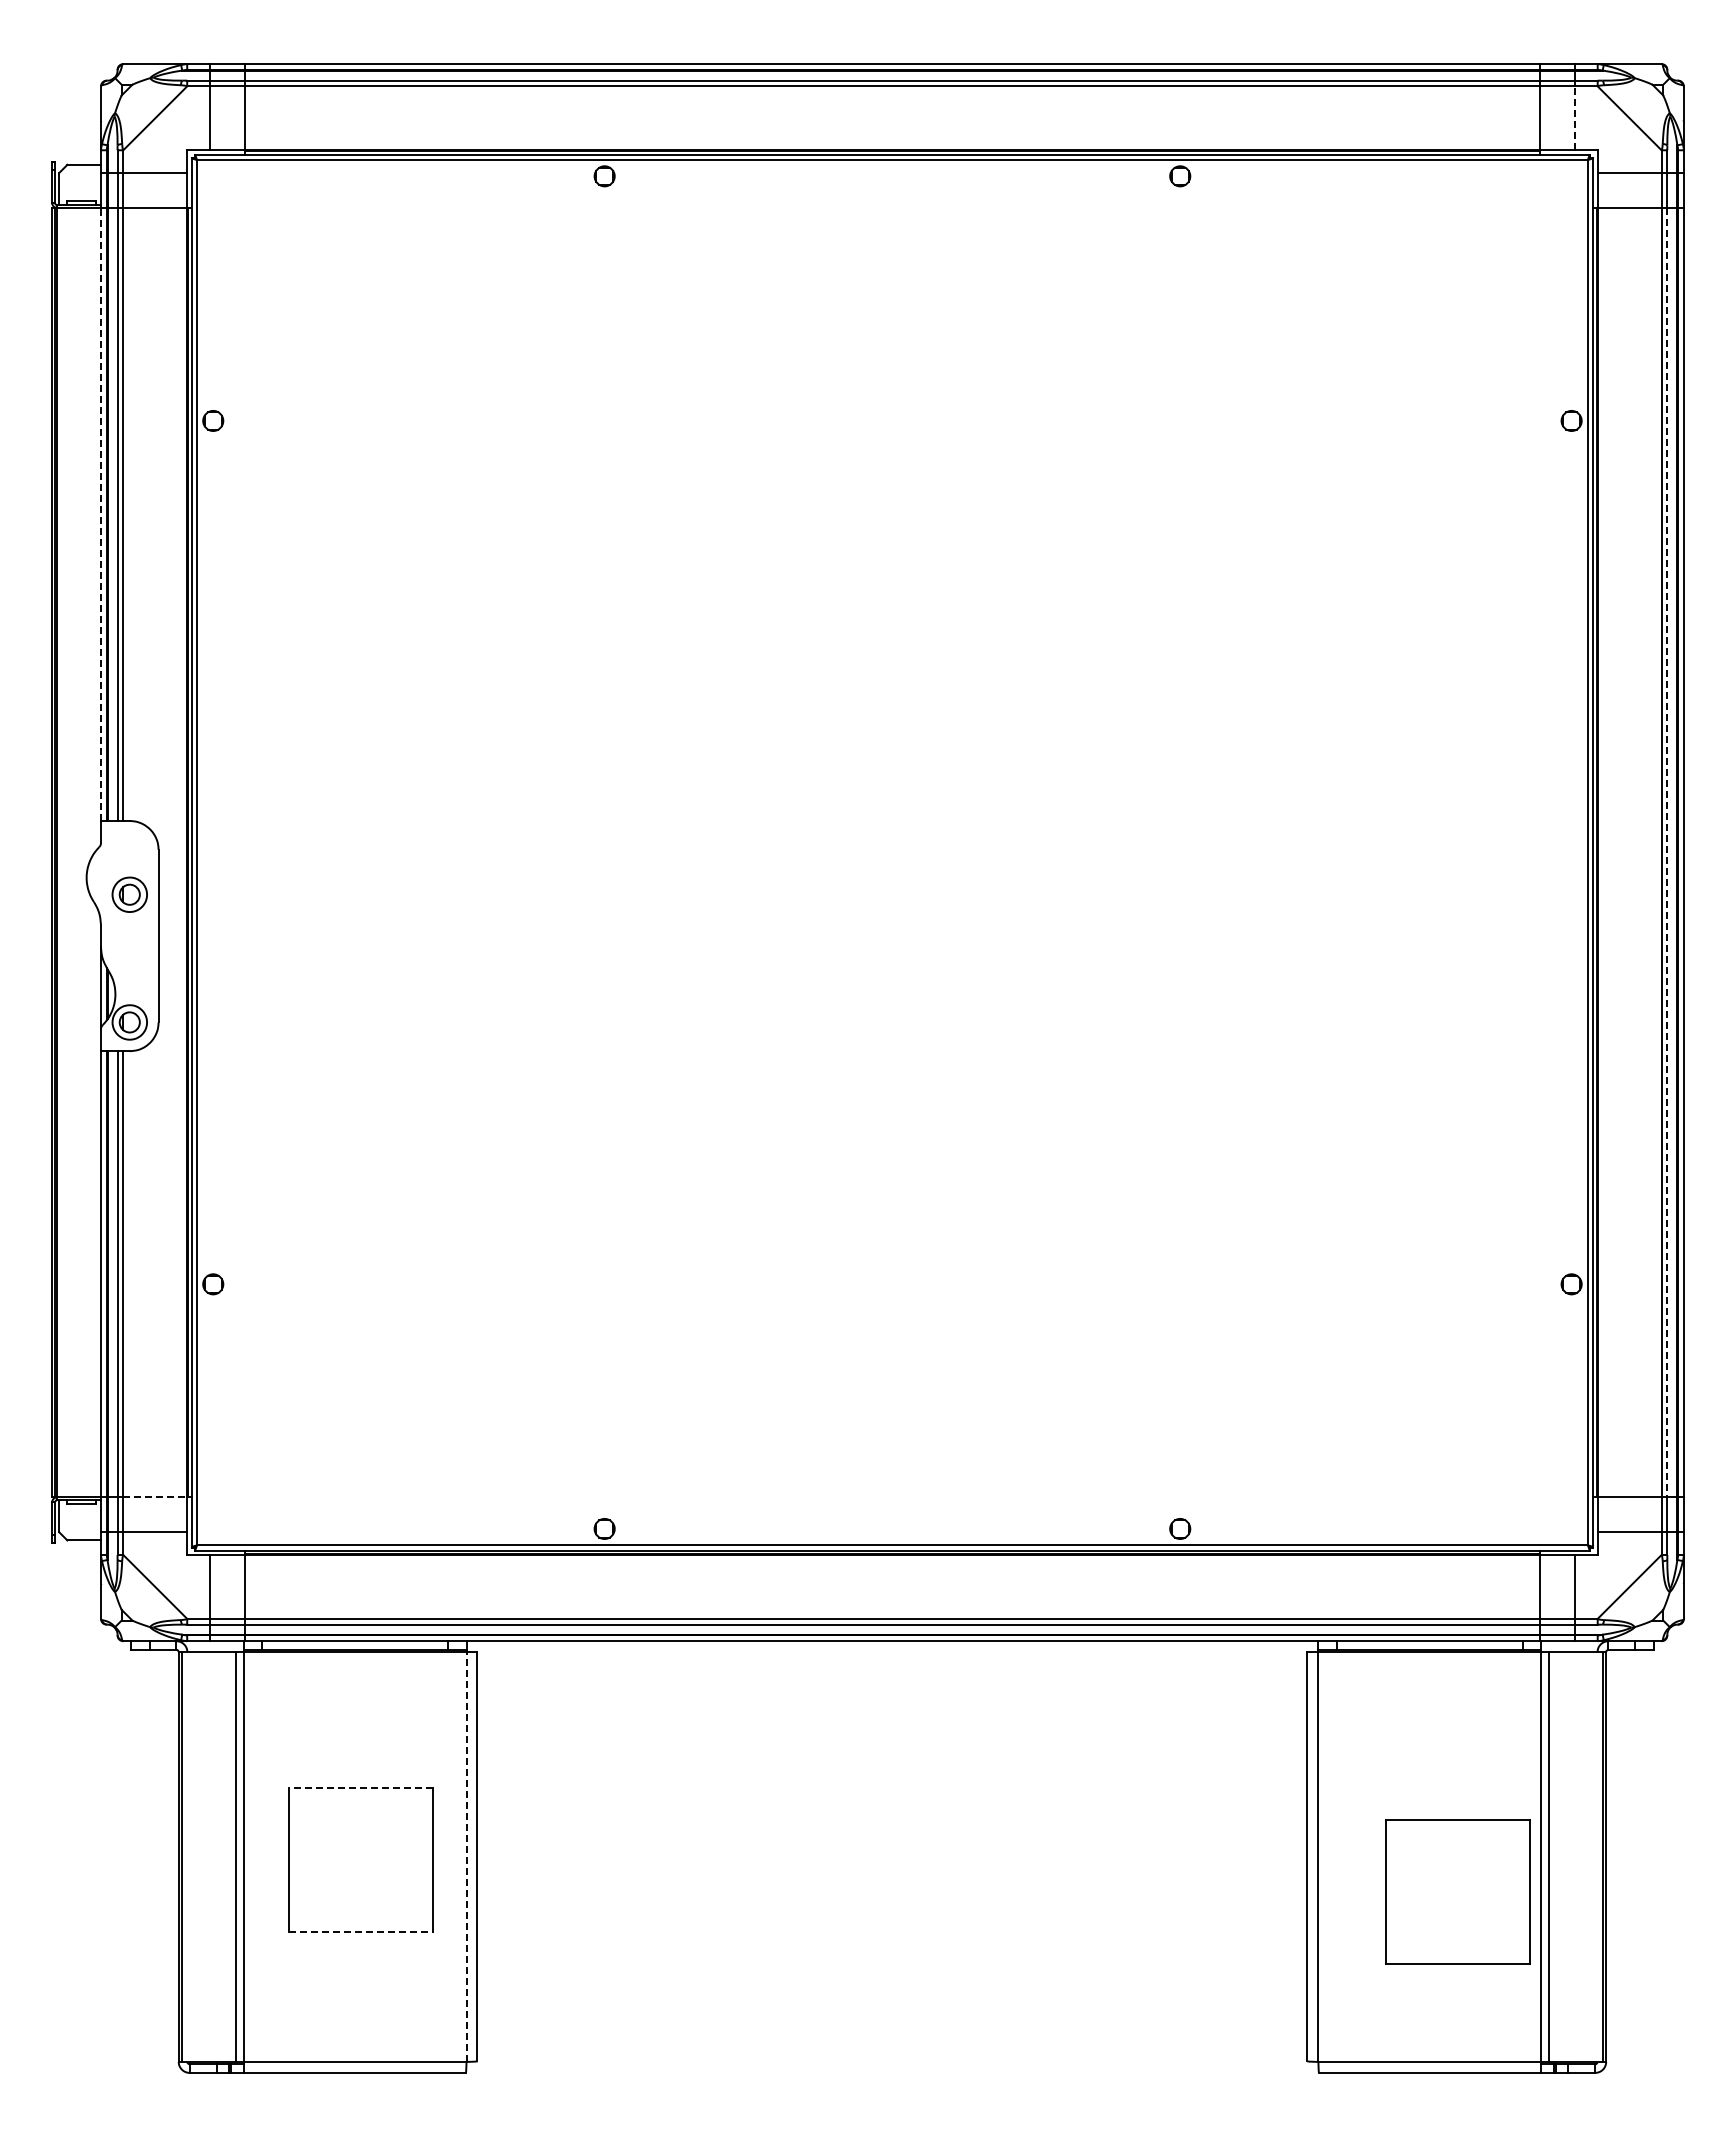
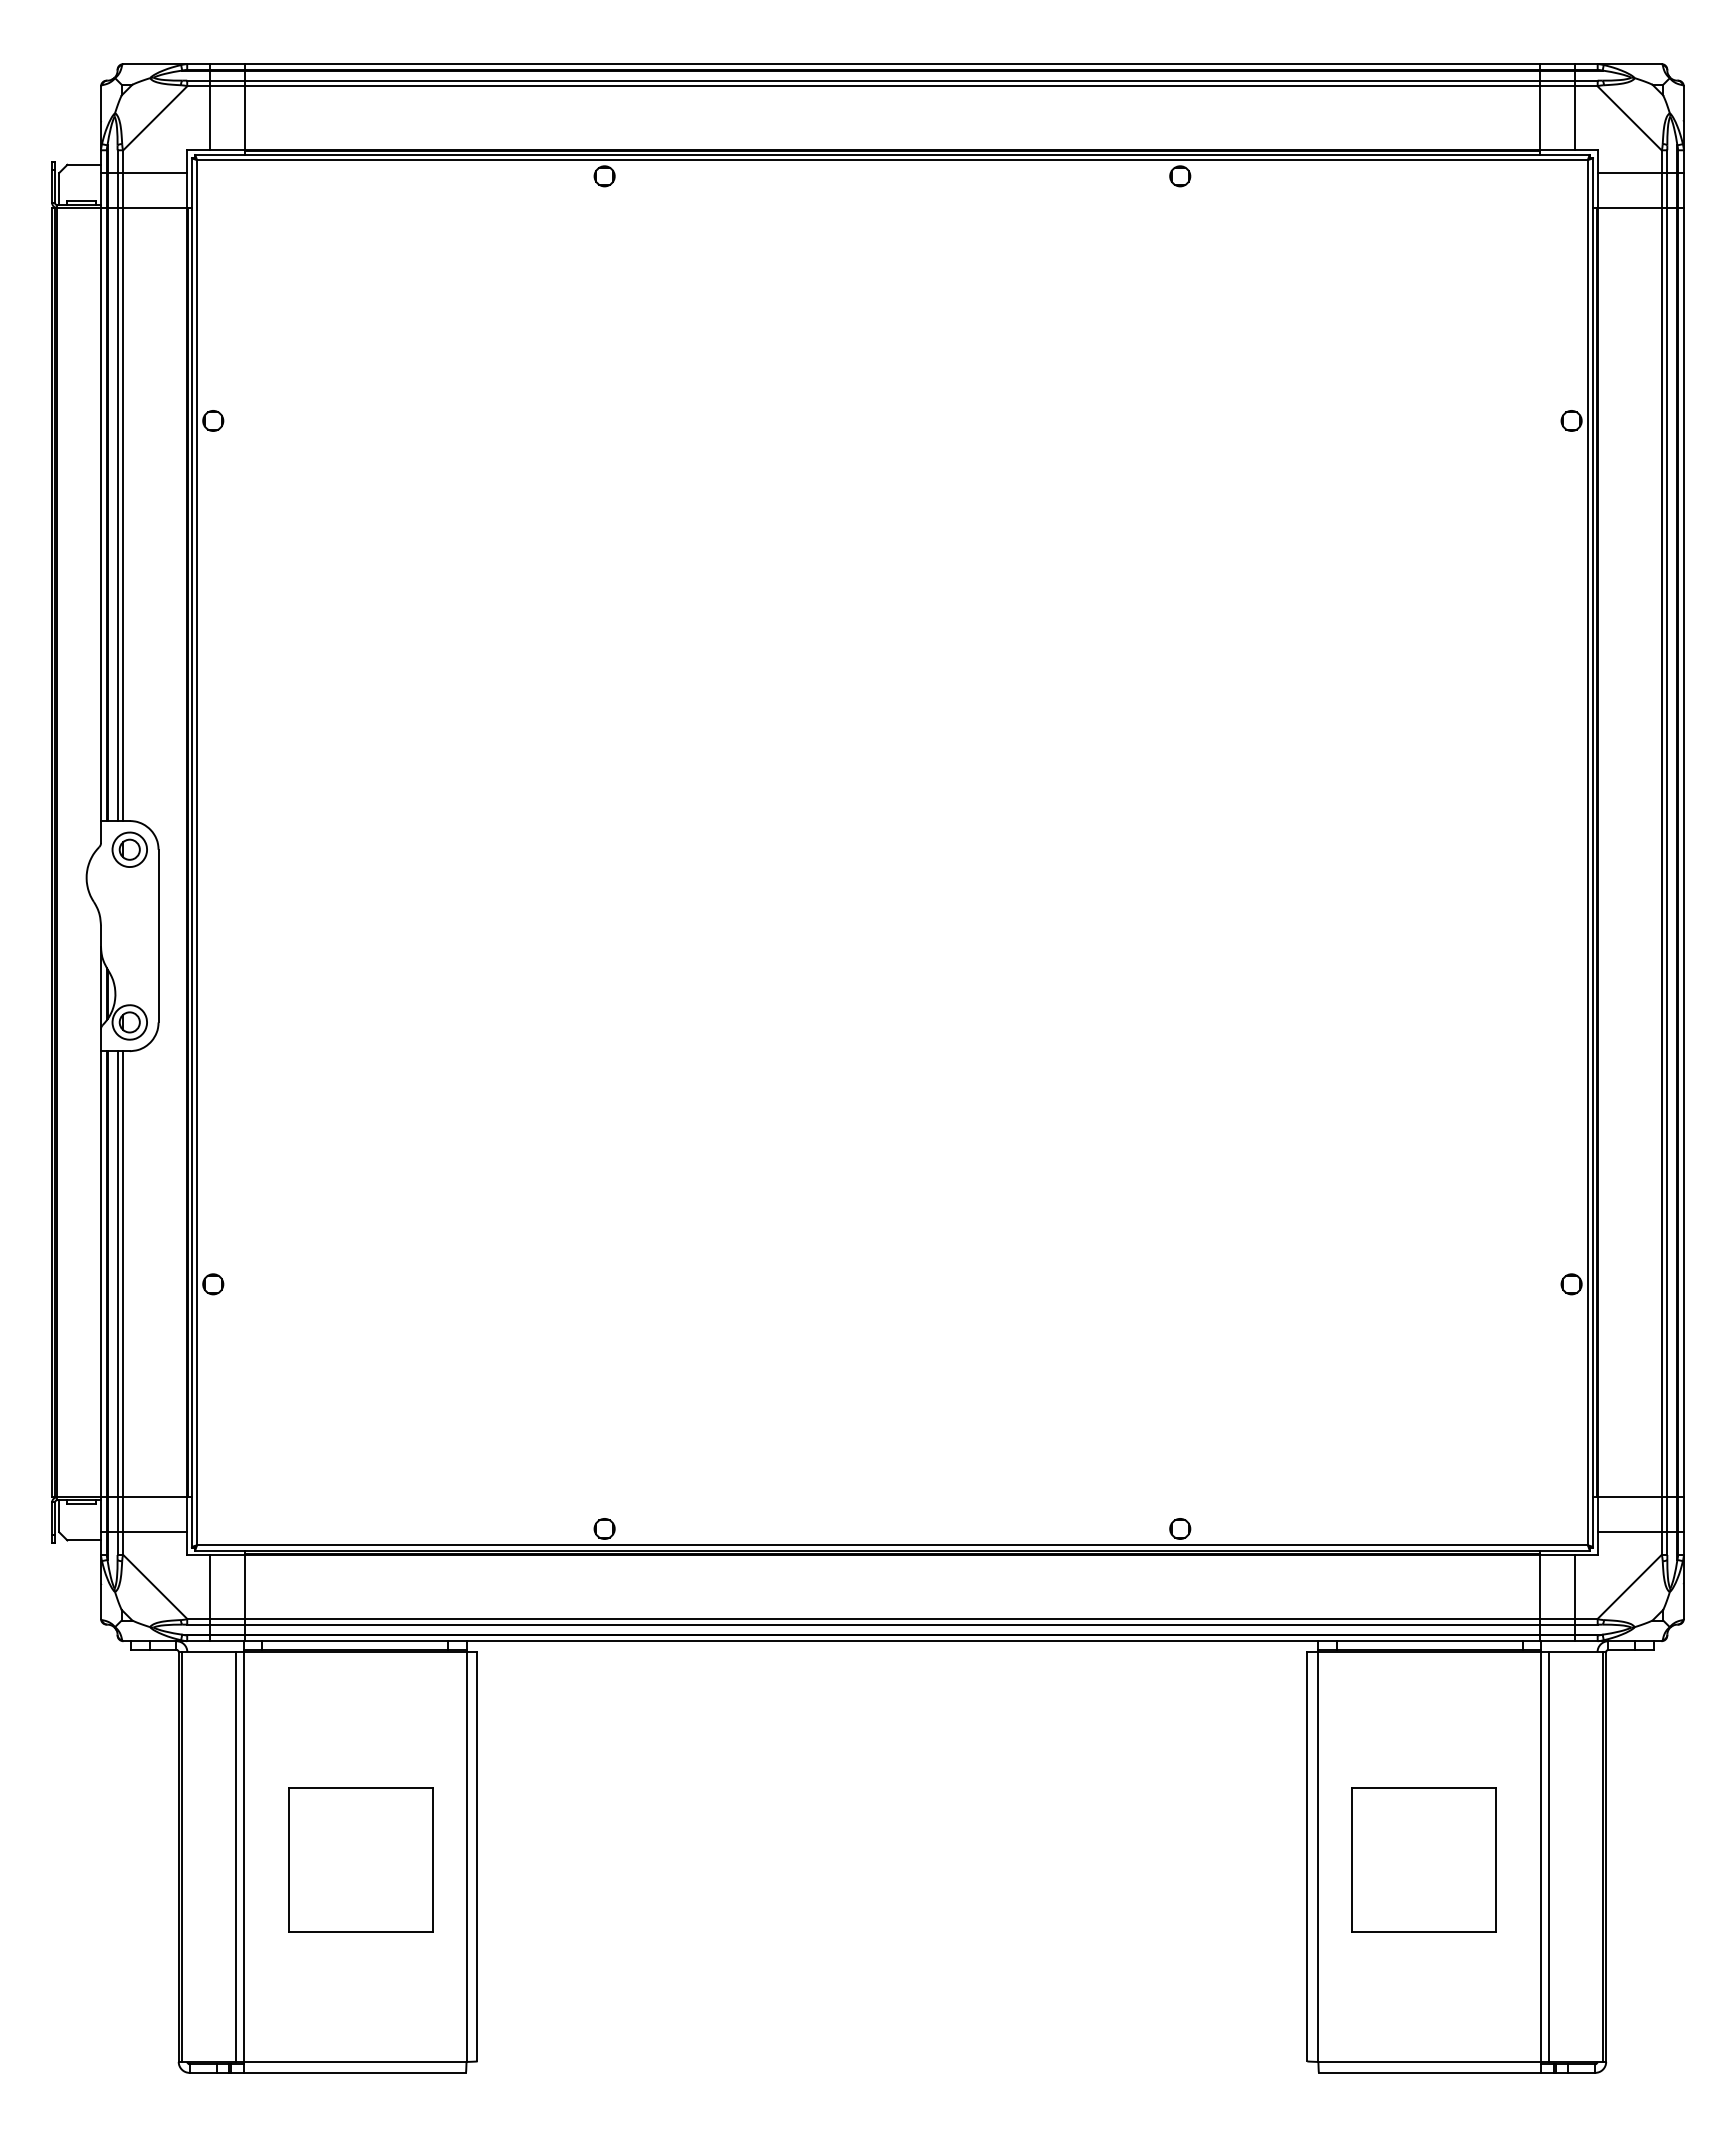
line at (1574, 117): dashed -> solid
line at (101, 513): dashed -> solid
line at (1667, 852): dashed -> solid
part at (129, 894) position: (129, 894) -> (129, 849)
line at (155, 1497): dashed -> solid
line at (360, 1787): dashed -> solid
line at (466, 1857): dashed -> solid
part at (1457, 1891) position: (1457, 1891) -> (1423, 1859)
line at (360, 1931): dashed -> solid
